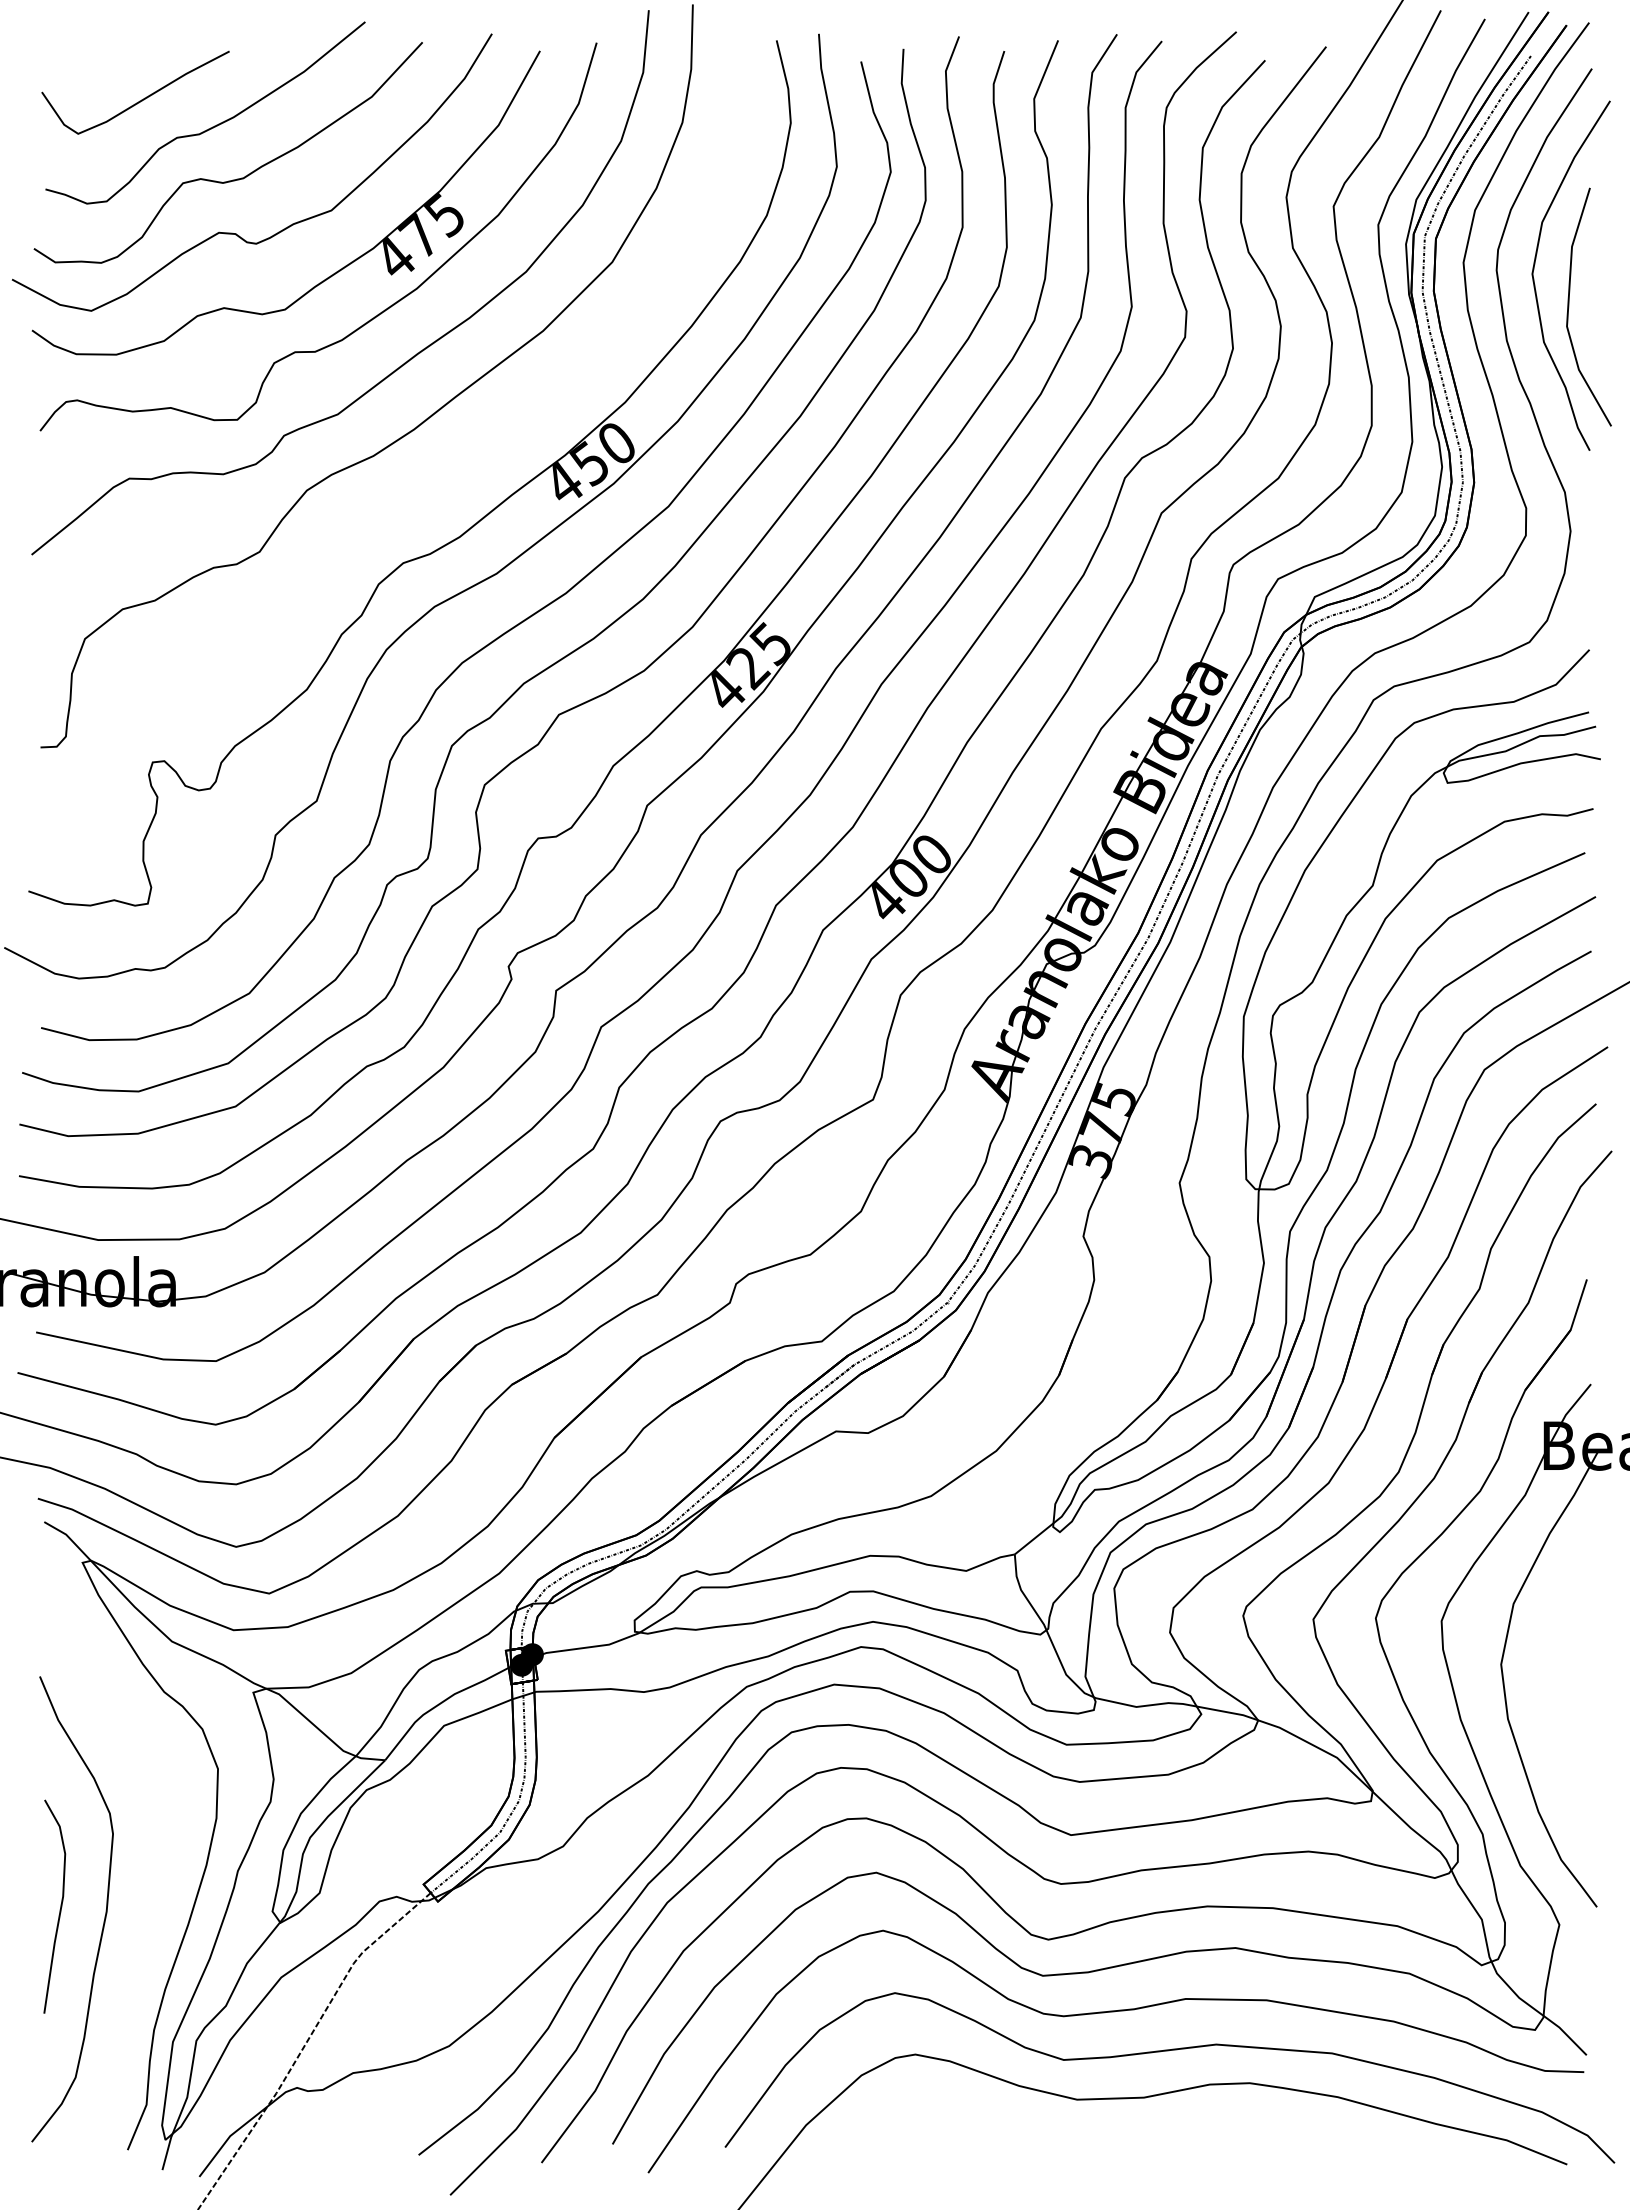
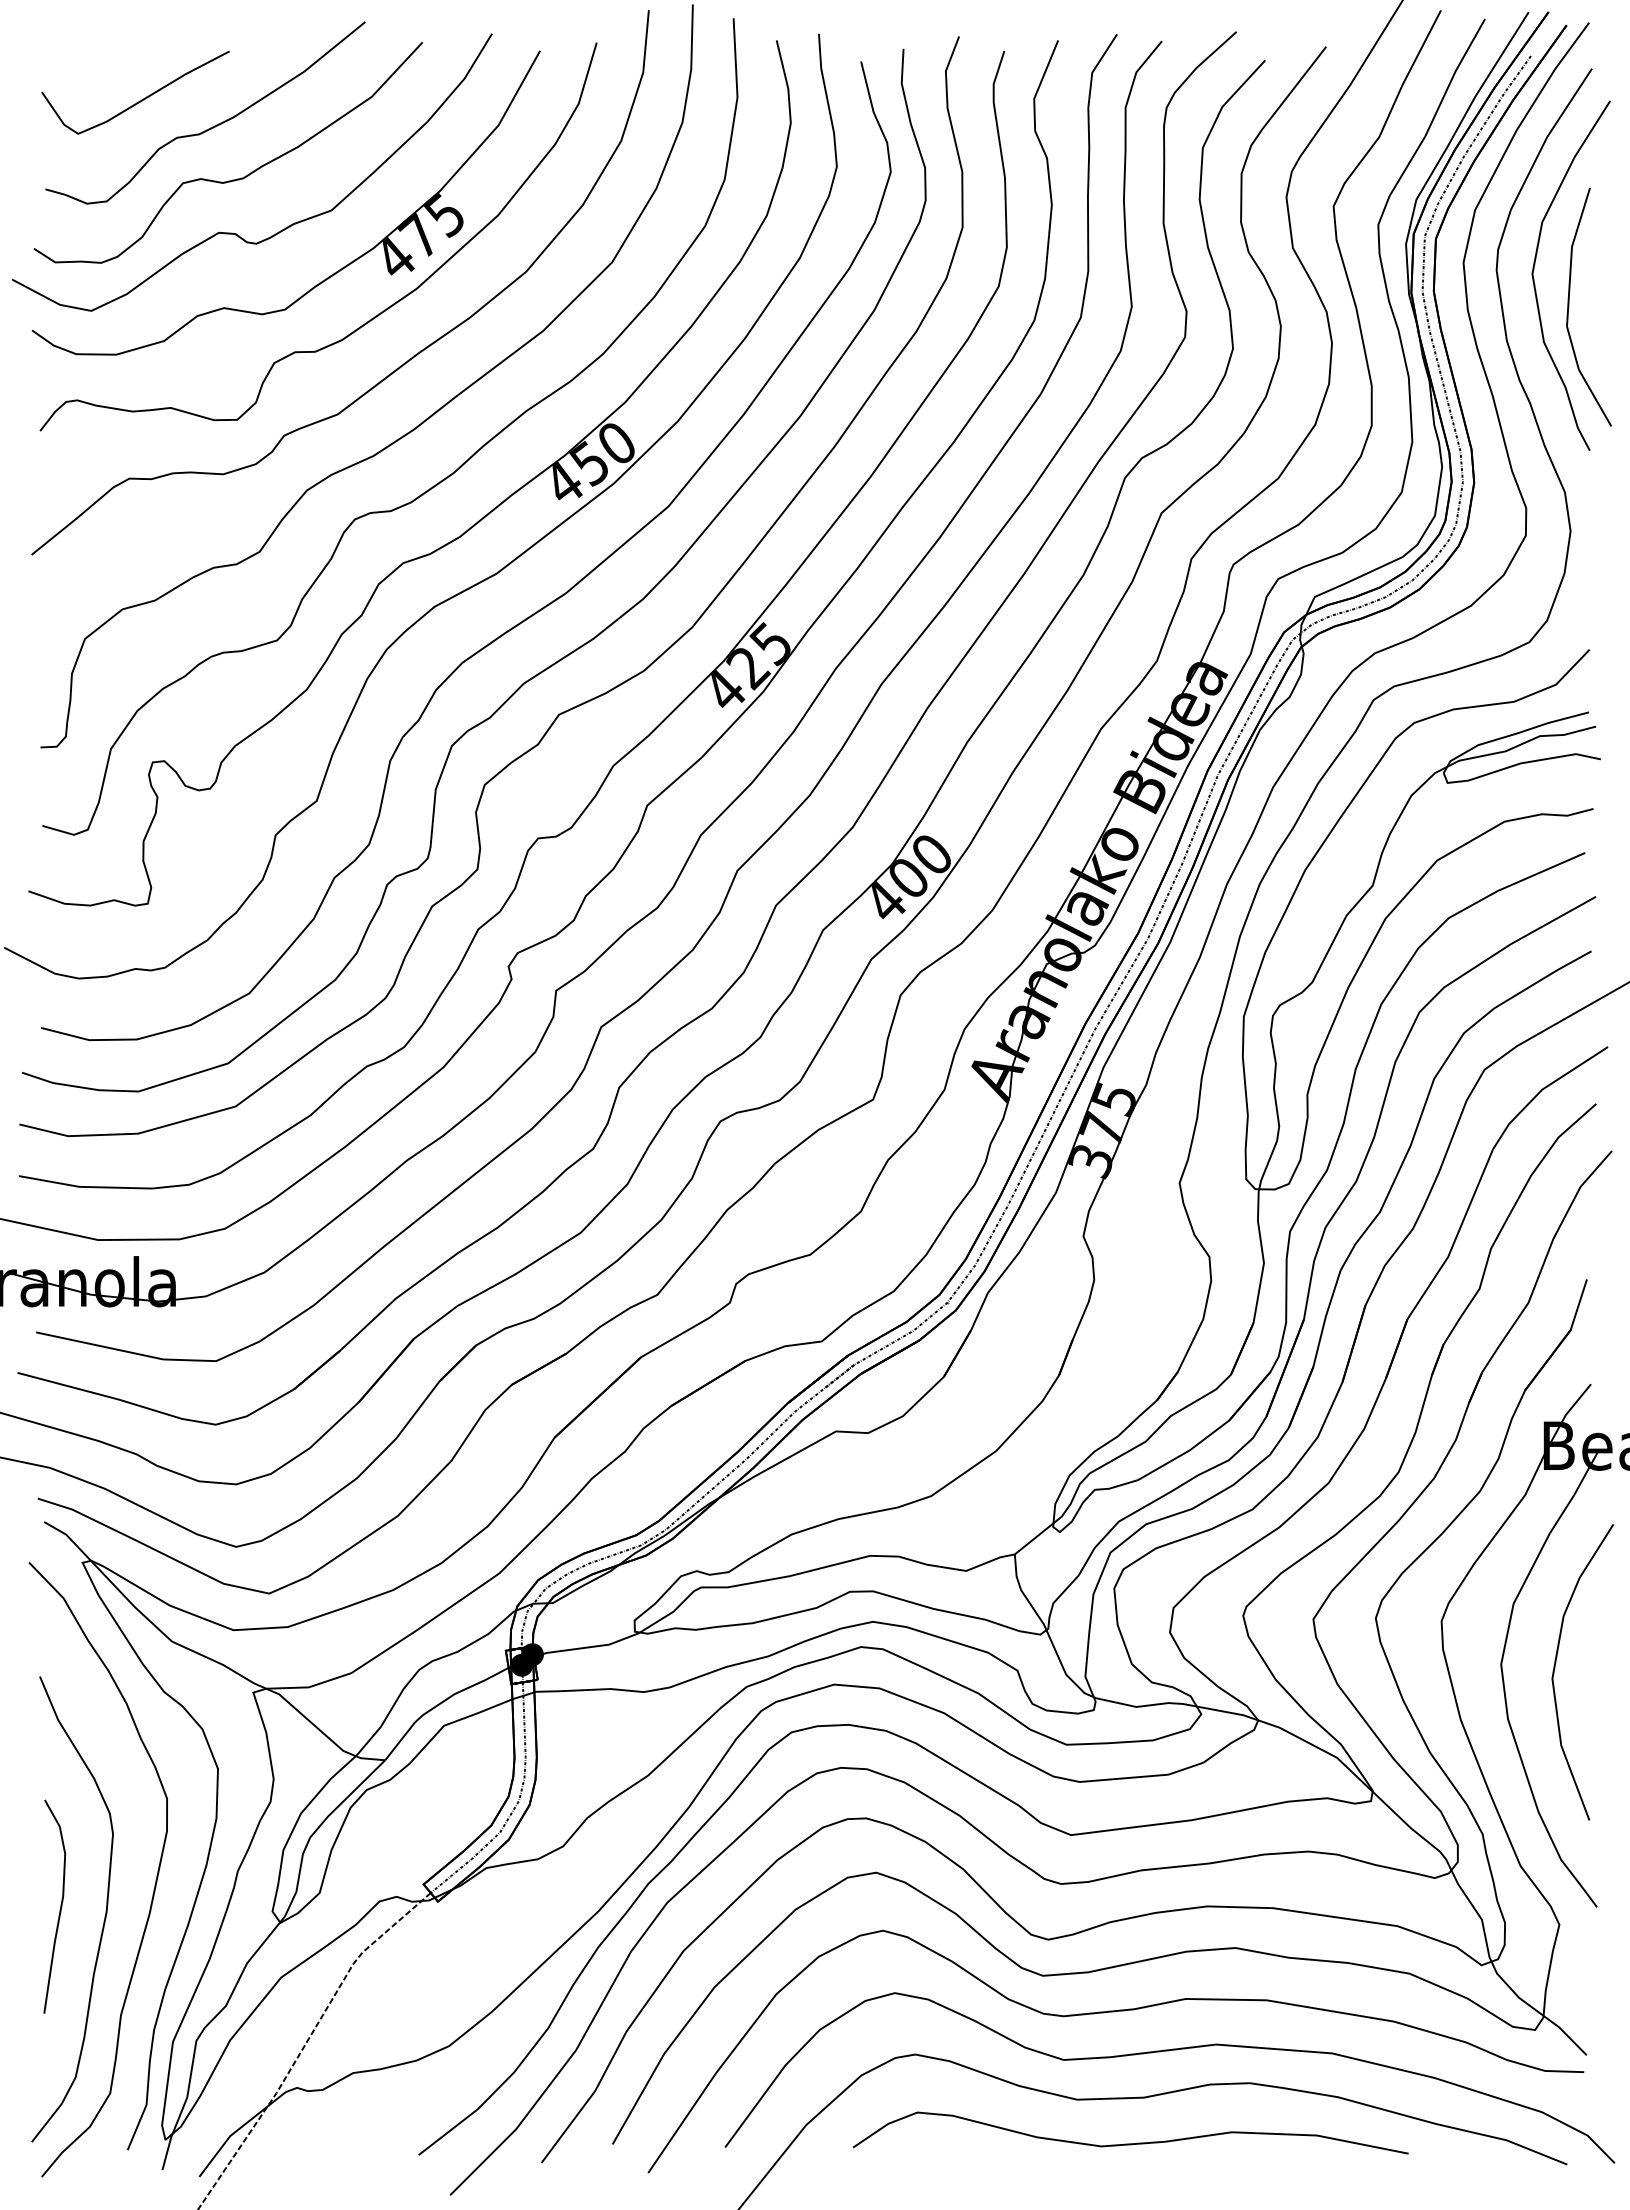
curve at (430, 487): none -> present
curve at (1555, 1668): none -> present
curve at (154, 1884): none -> present
curve at (1130, 2143): none -> present
